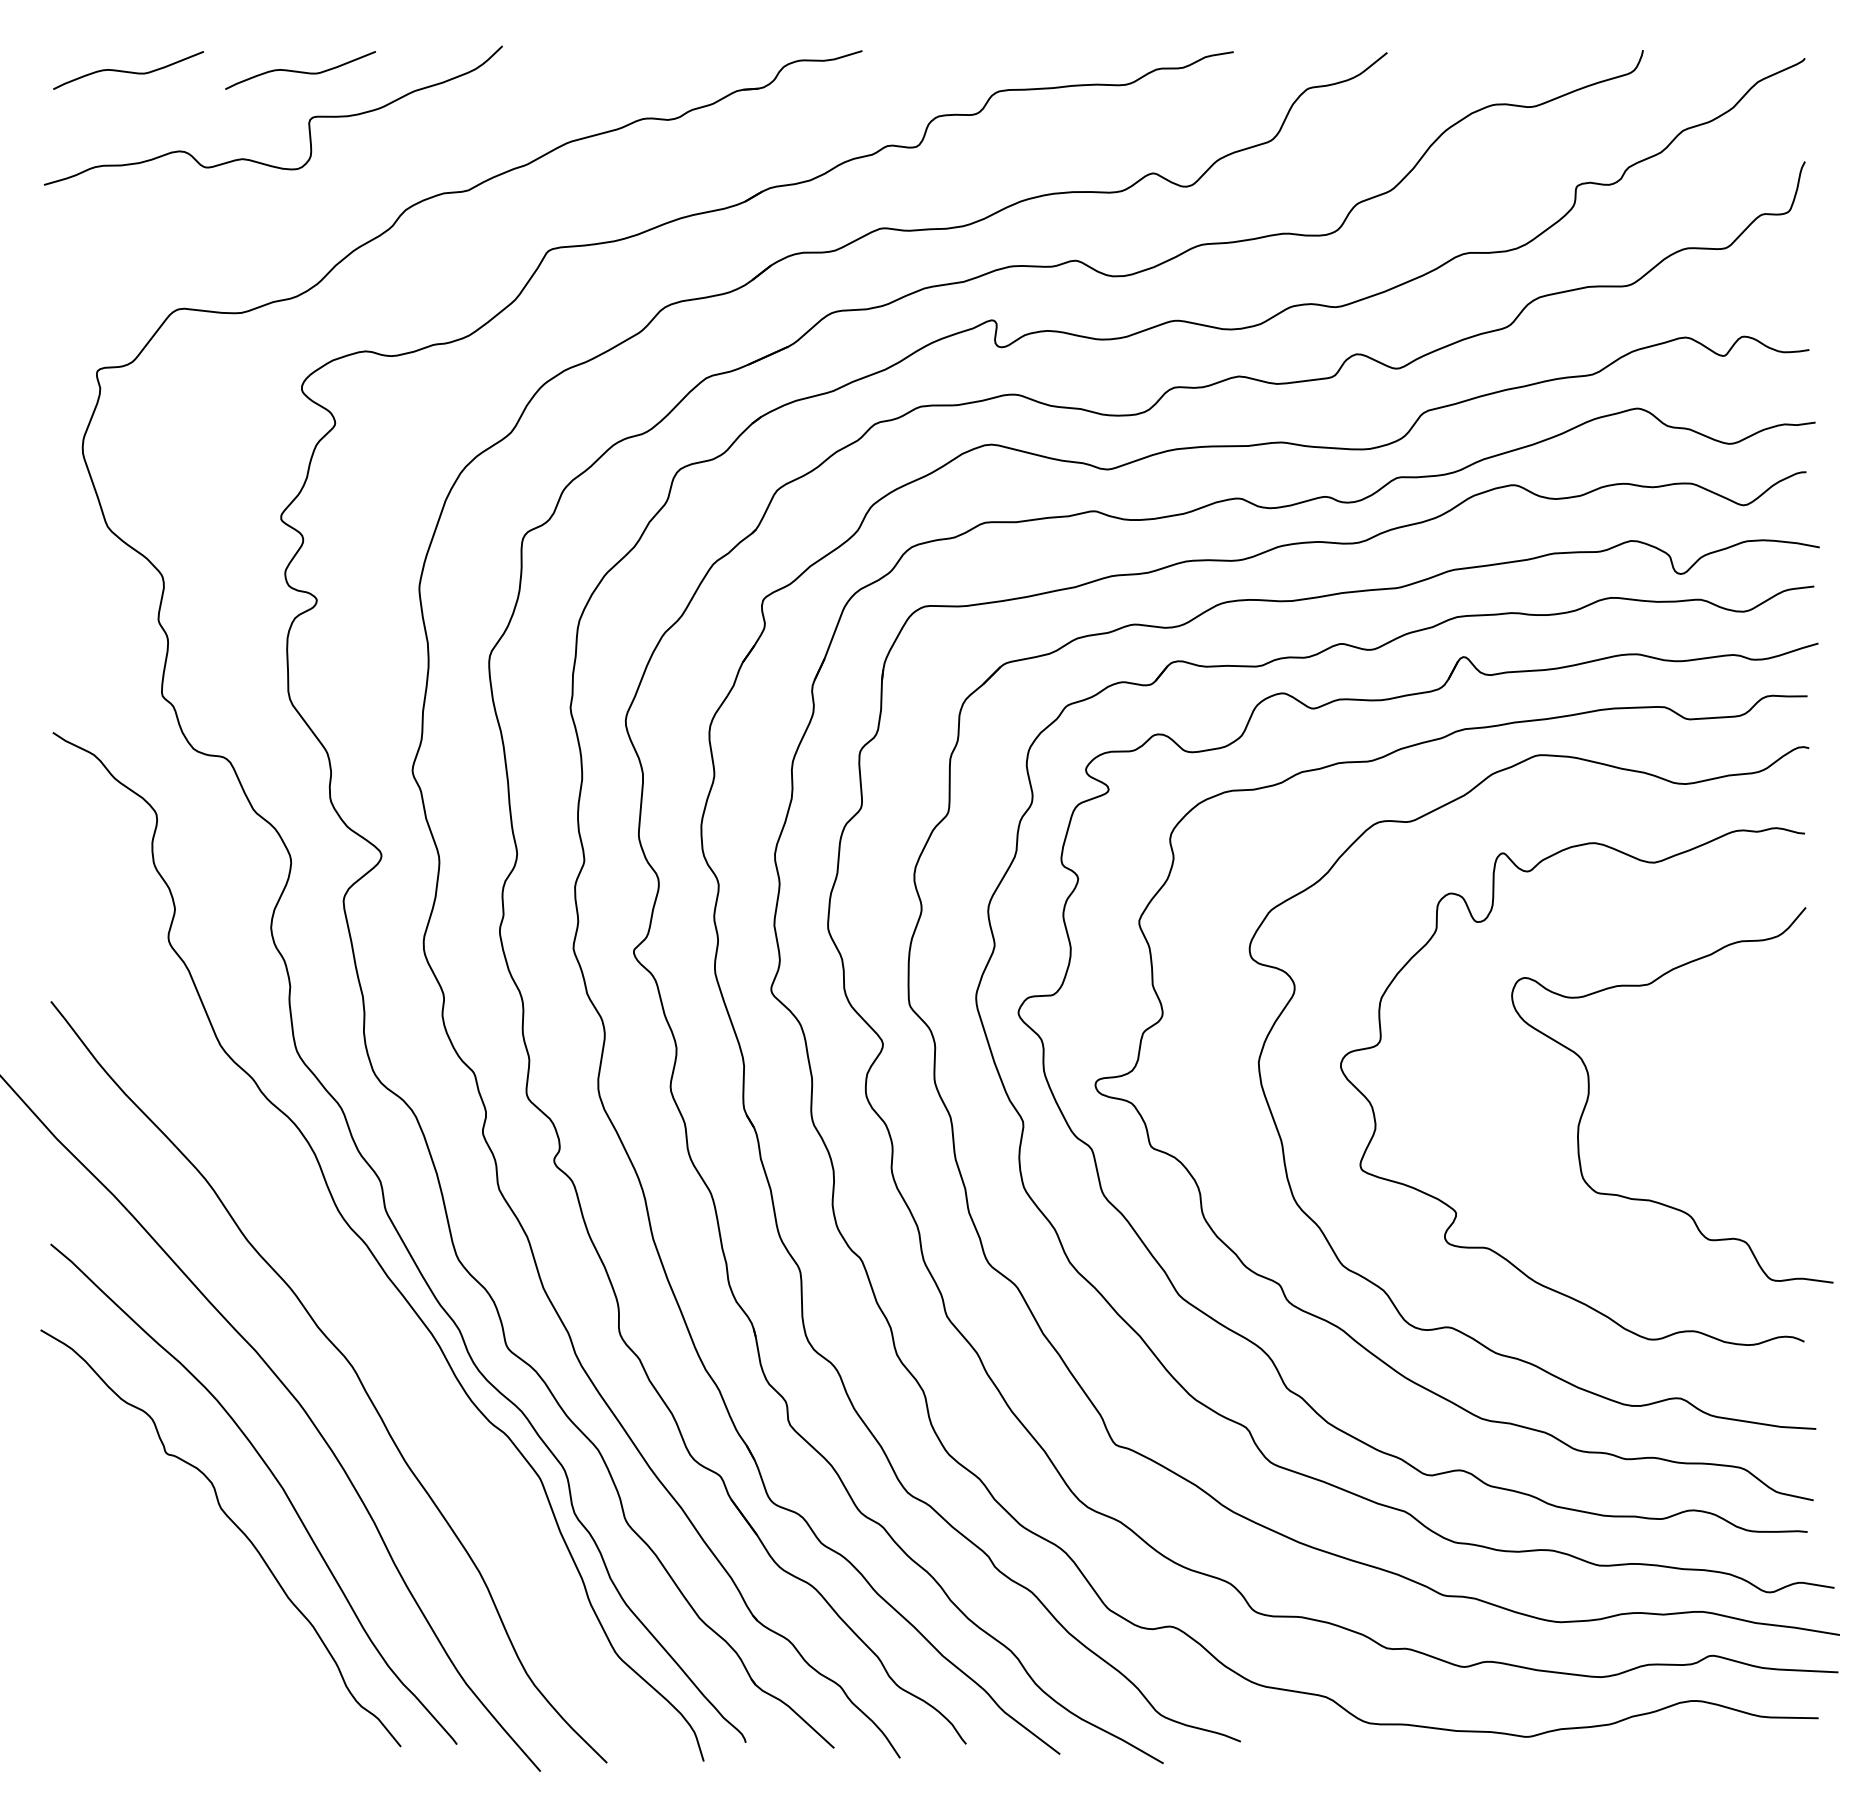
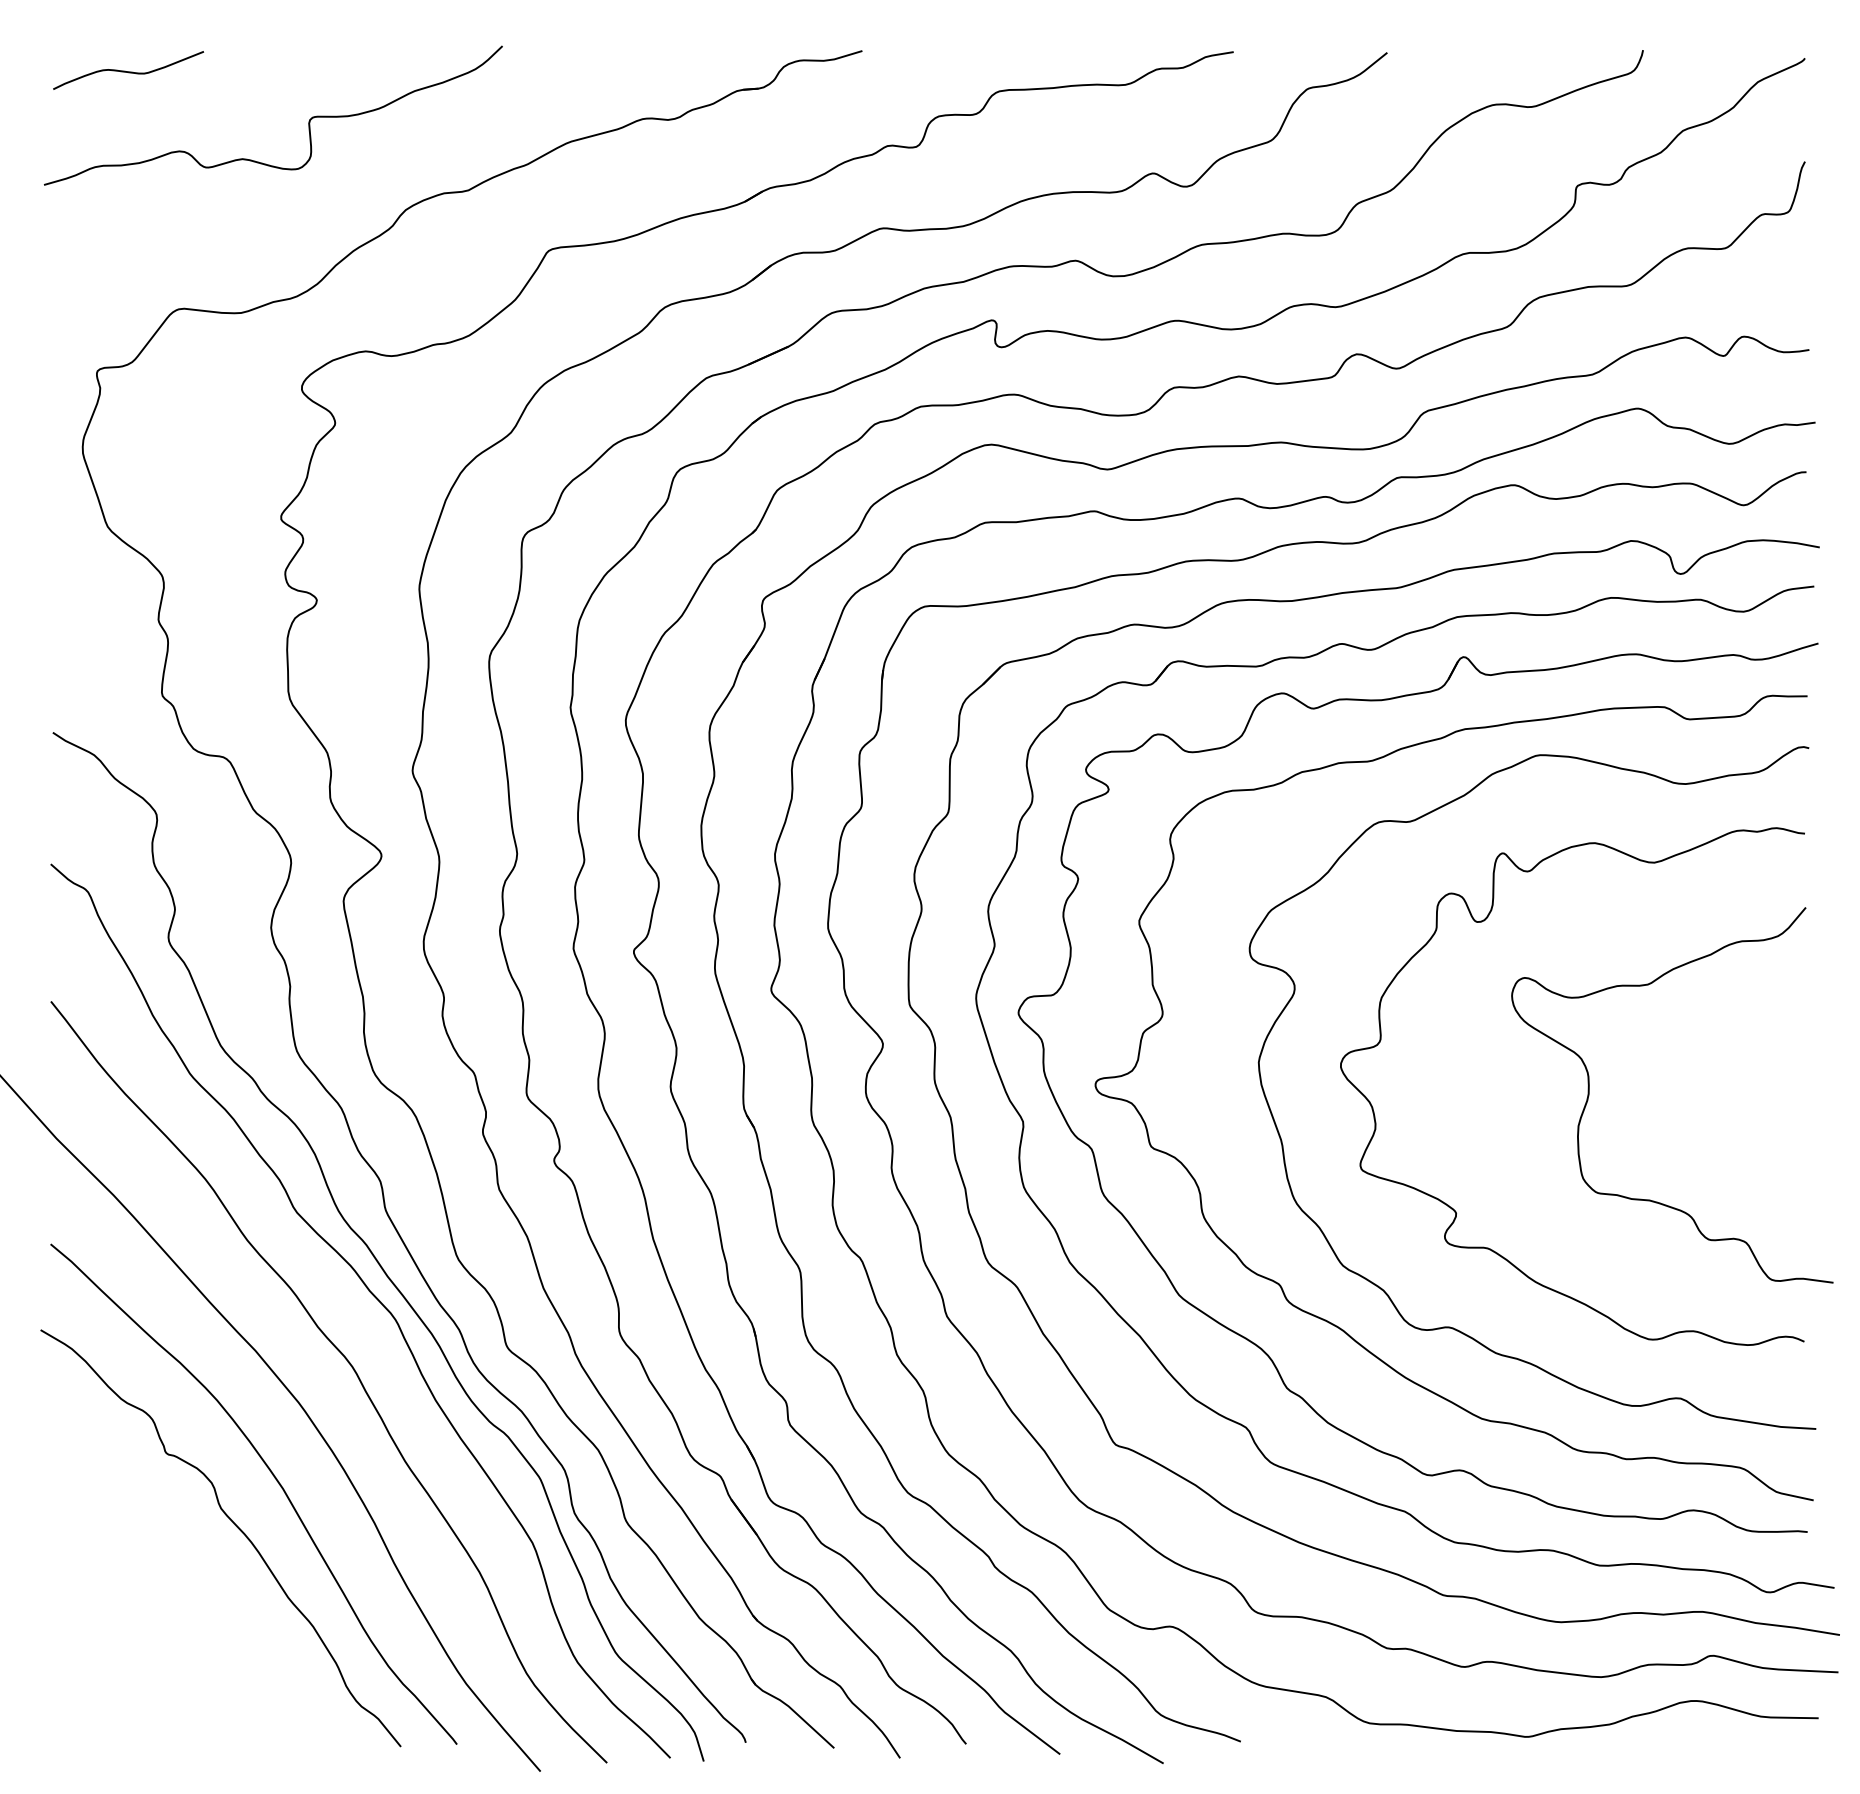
curve at (300, 71): present -> none
curve at (373, 1296): none -> present
